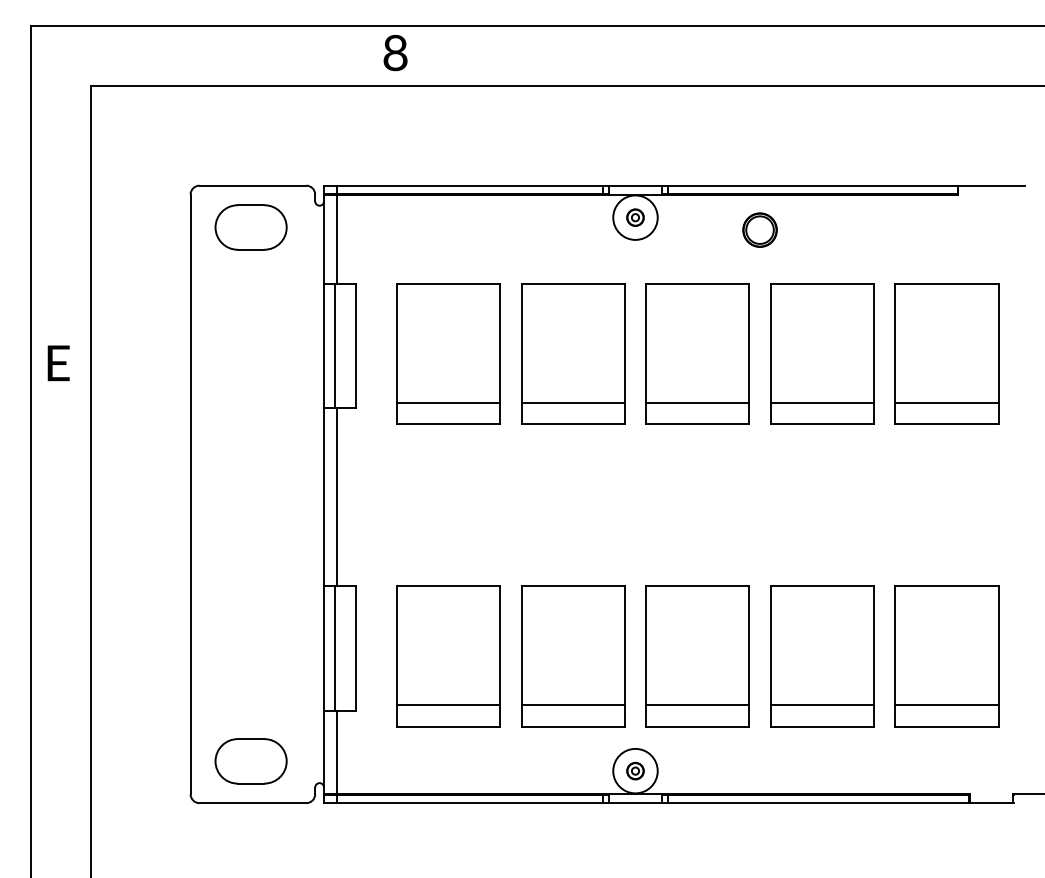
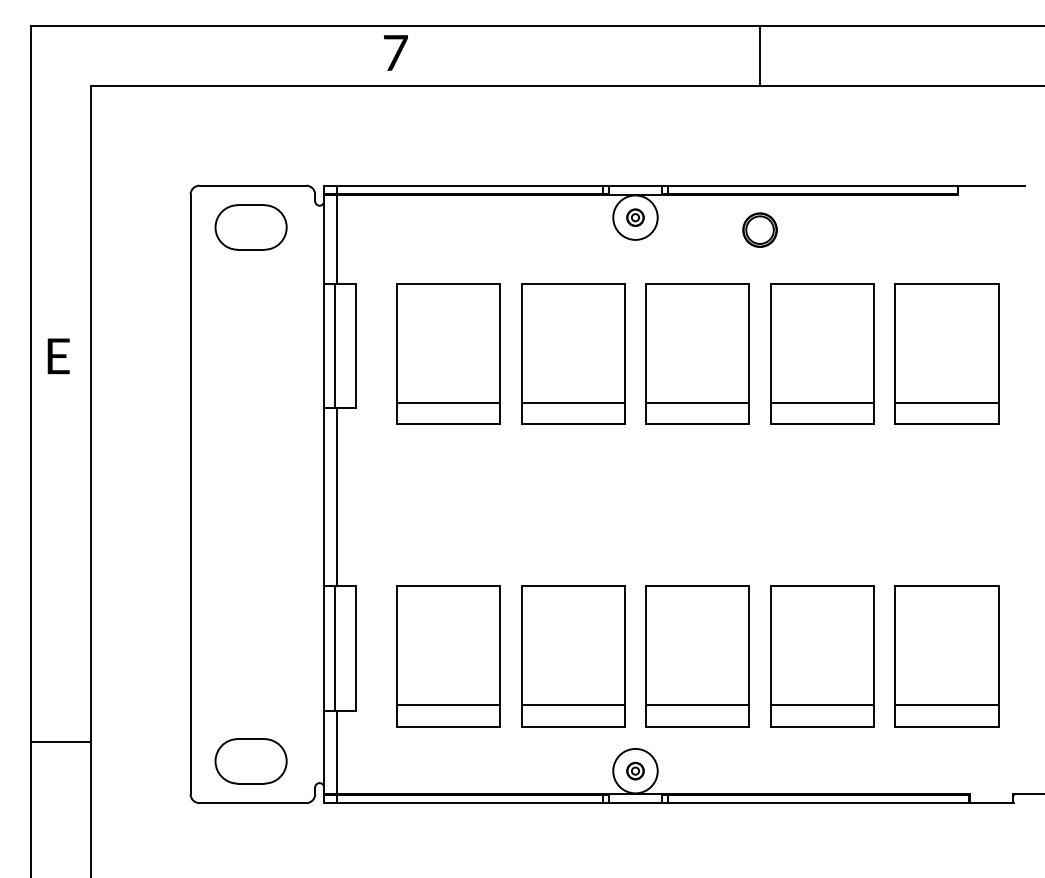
text at (395, 52): 8 -> 7
line at (759, 55): none -> present
text at (58, 363) position: (58, 363) -> (58, 356)
line at (60, 741): none -> present
